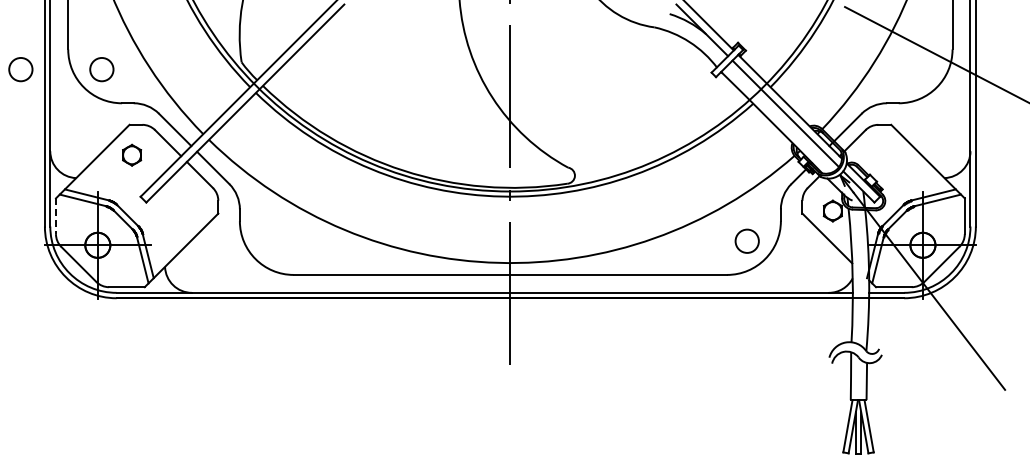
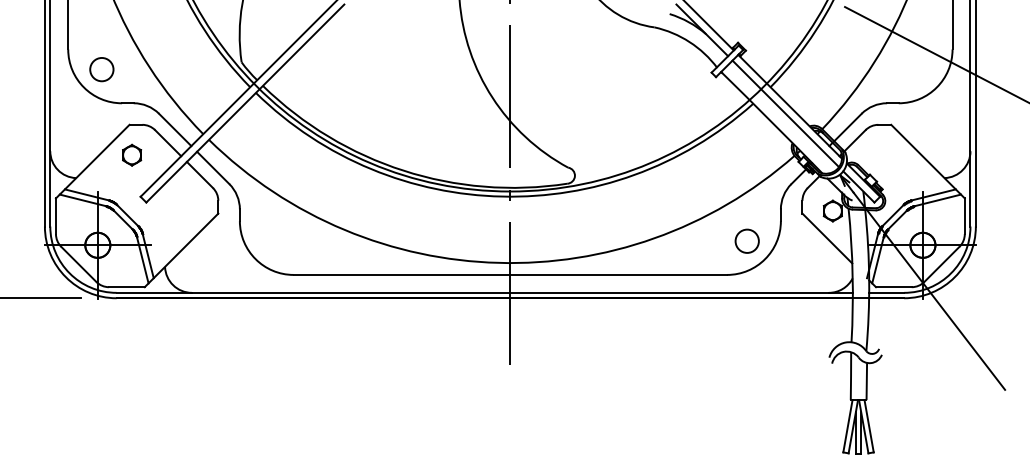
circle at (20, 69): present -> none
line at (55, 216): dashed -> solid
line at (41, 298): none -> present
